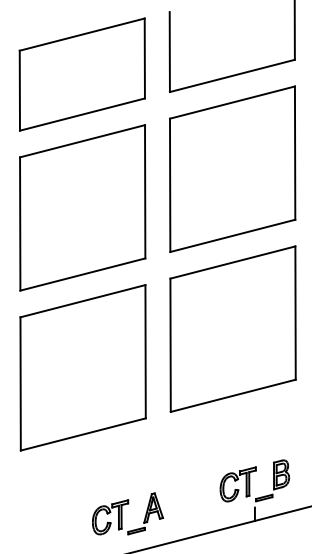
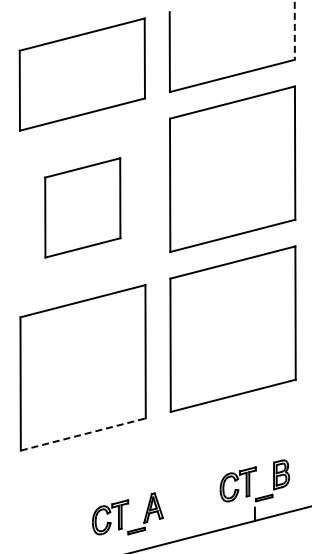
line at (294, 30): solid -> dashed
part at (82, 207) size: 128x168 px -> 78x102 px
line at (83, 434): solid -> dashed
